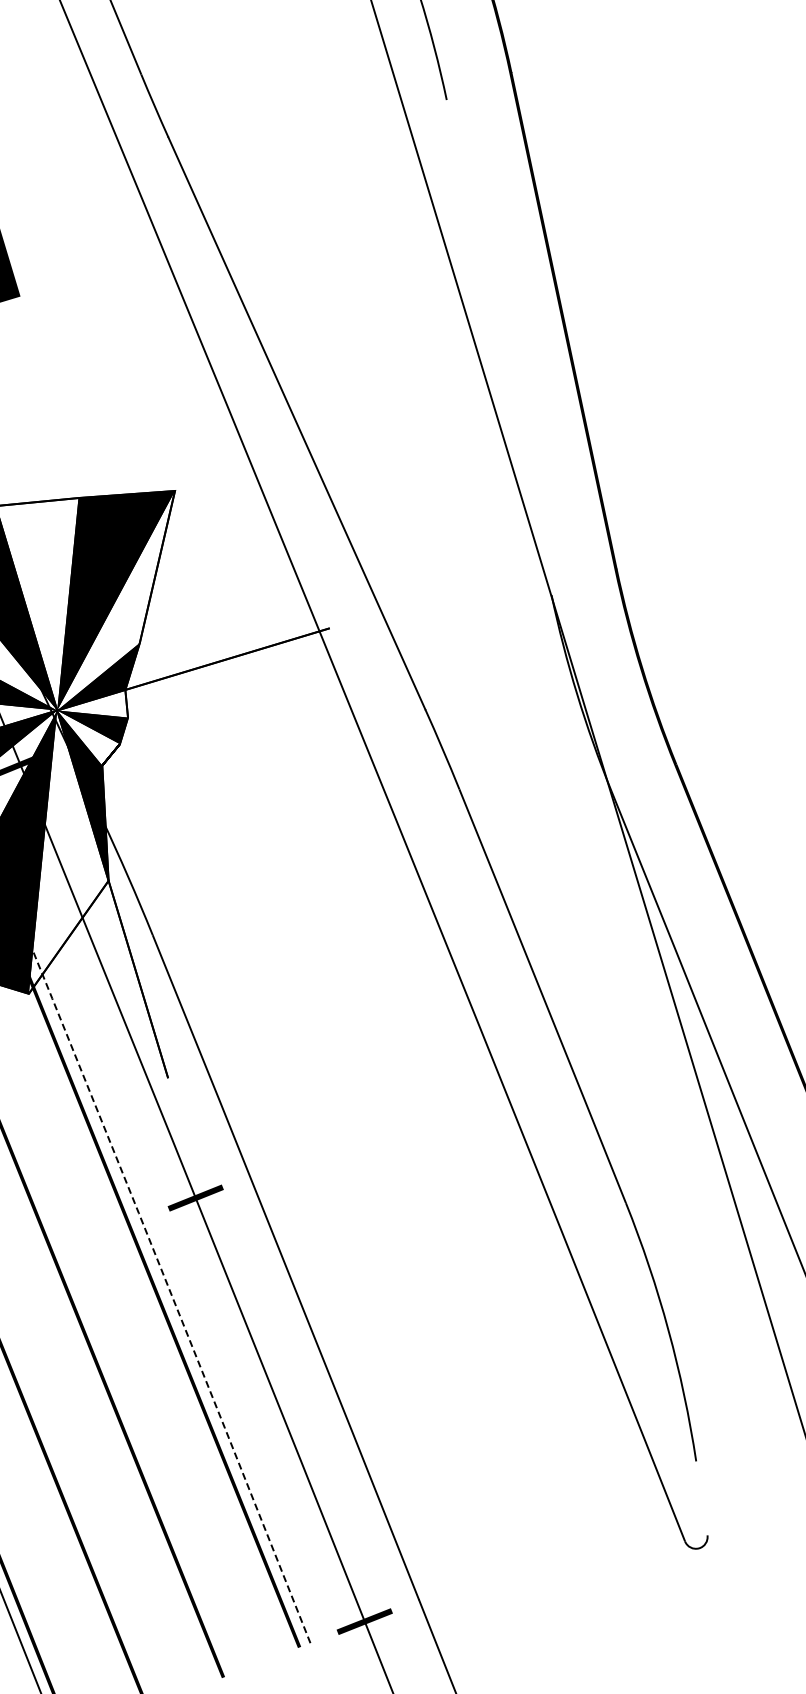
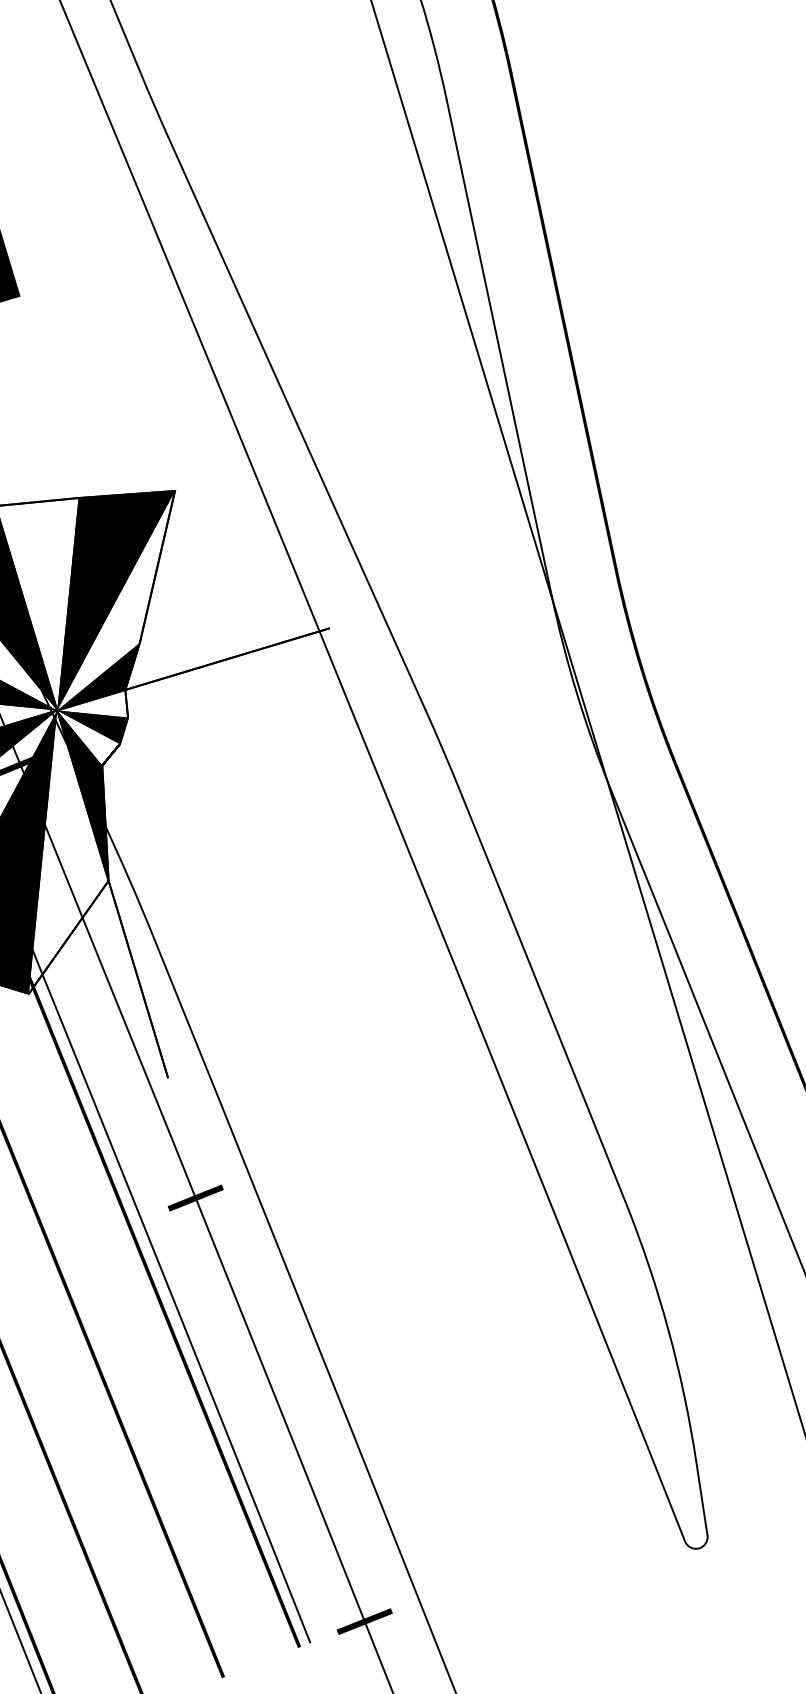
line at (498, 347): none -> present
arc at (155, 1255): dashed -> solid
line at (701, 1498): none -> present
